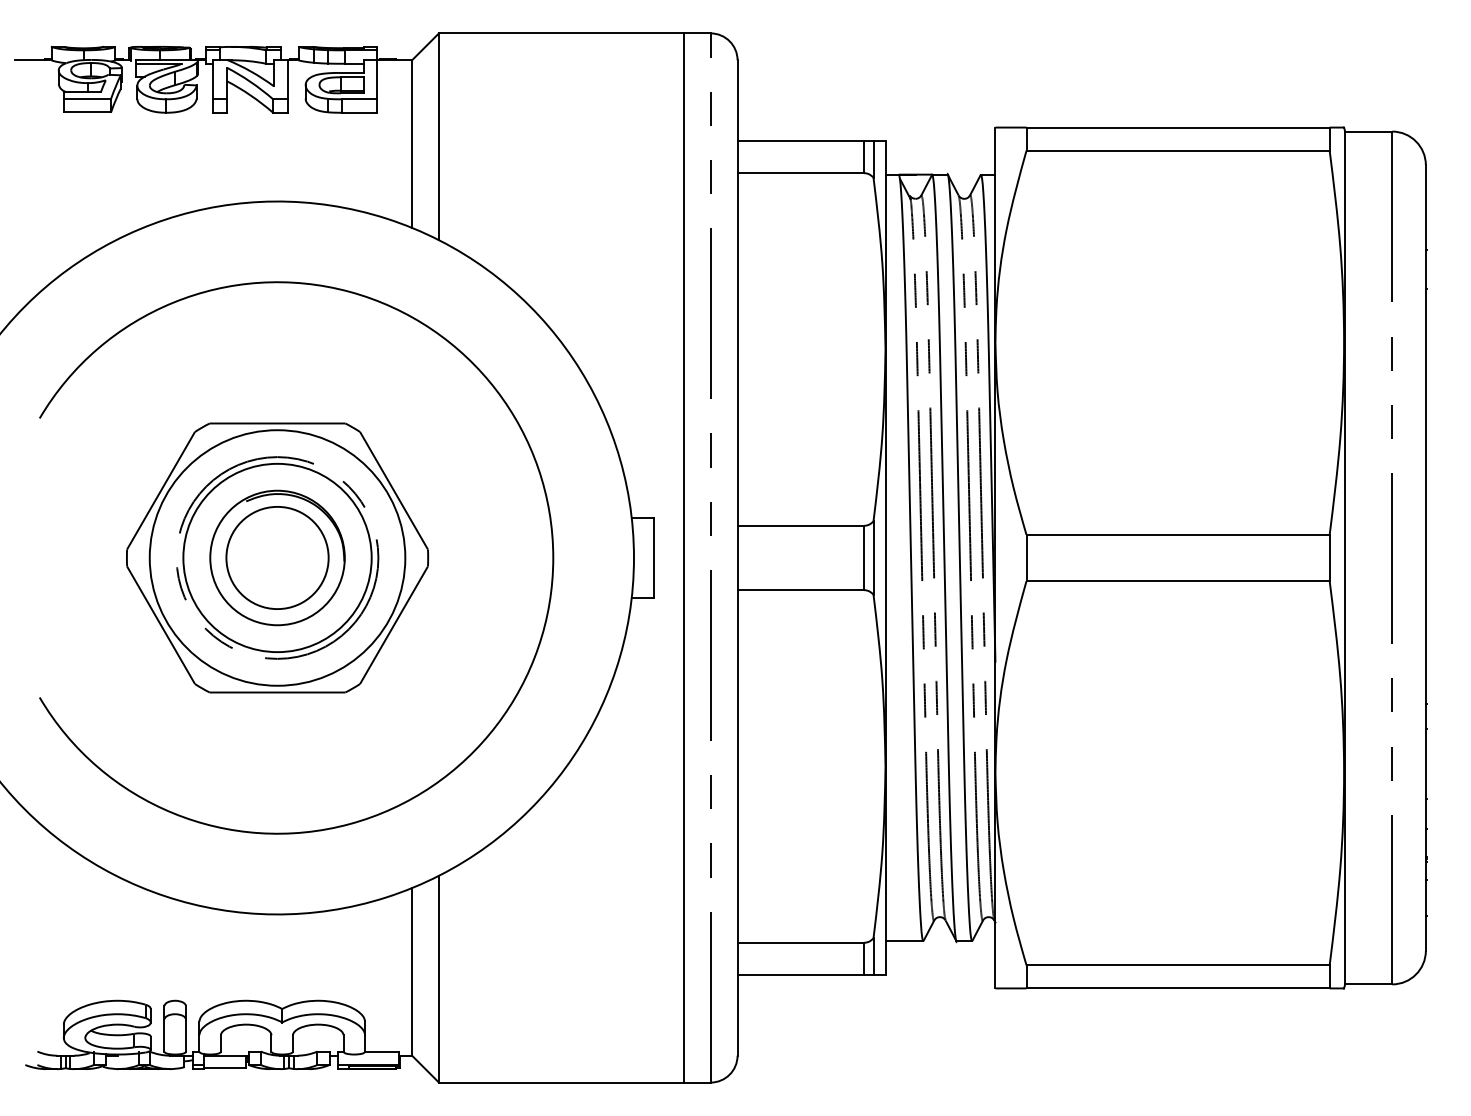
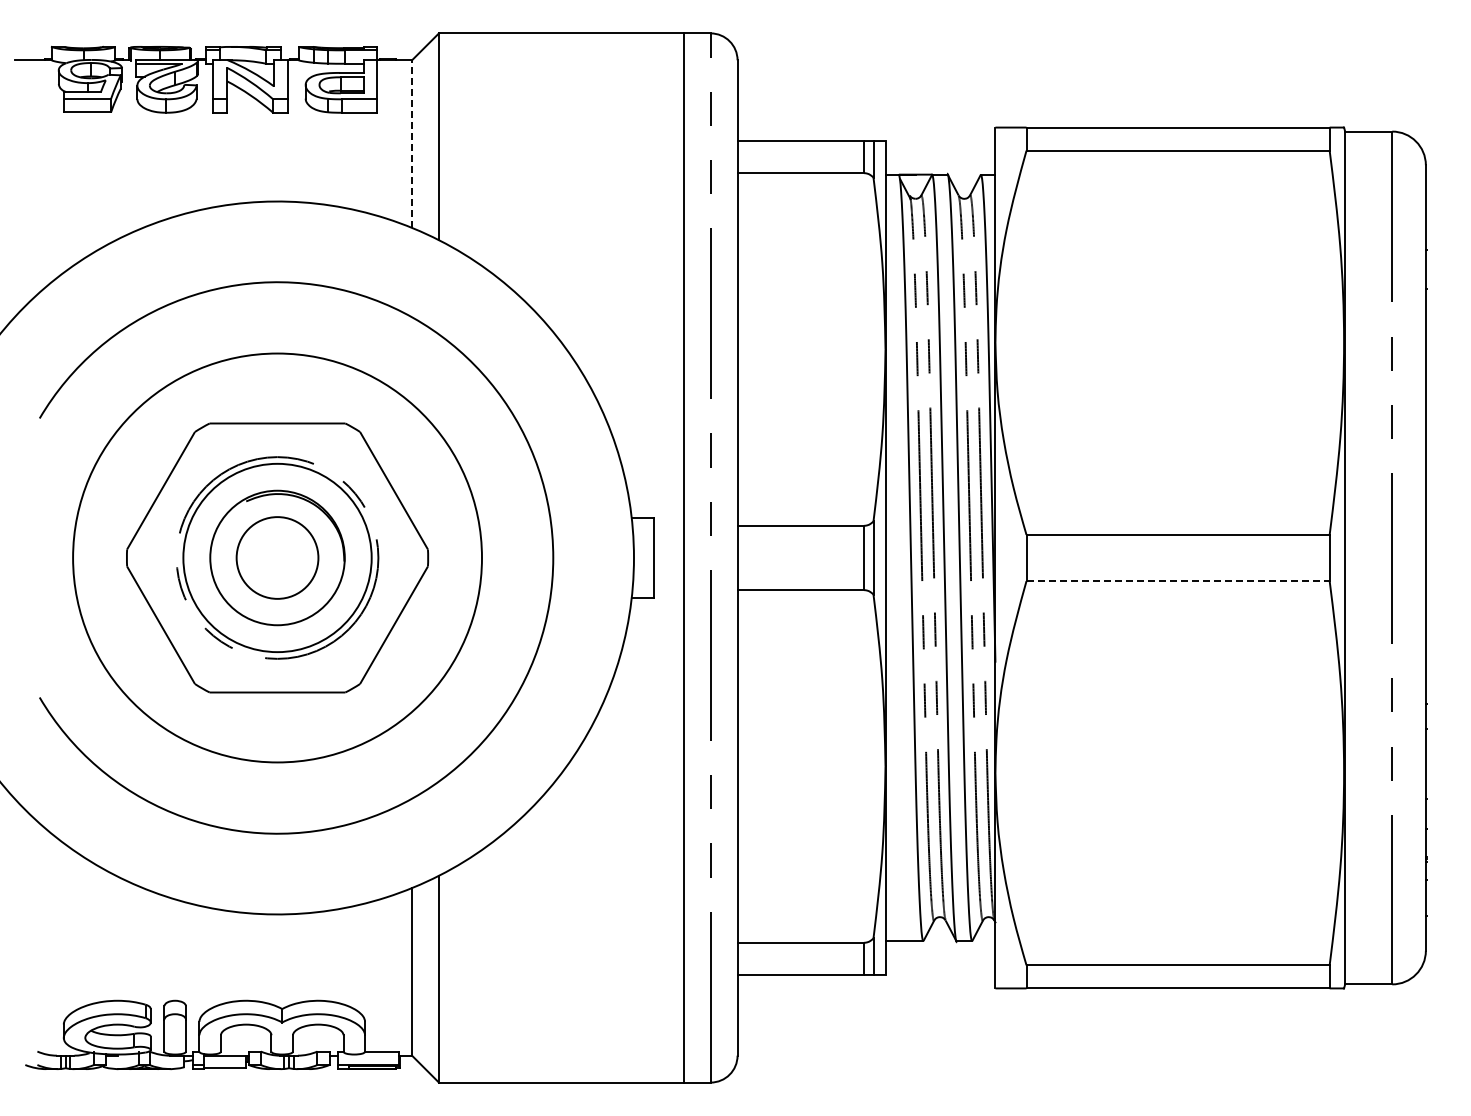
line at (412, 144): solid -> dashed
circle at (277, 557) diameter: 102 px -> 82 px
circle at (277, 557) diameter: 256 px -> 409 px
line at (1178, 581): solid -> dashed
